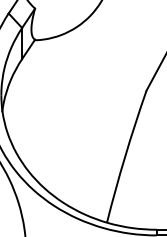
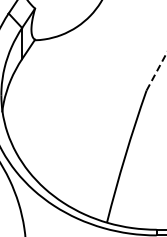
line at (156, 71): solid -> dashed
